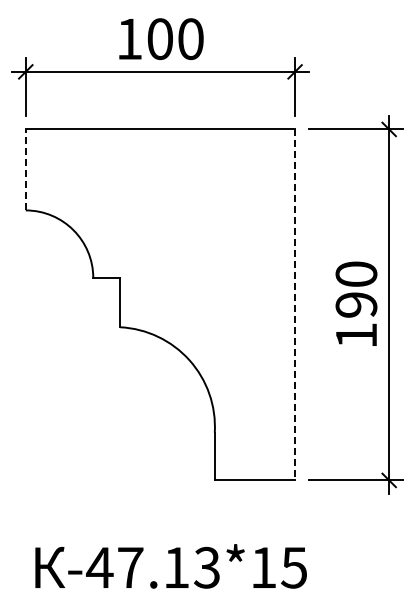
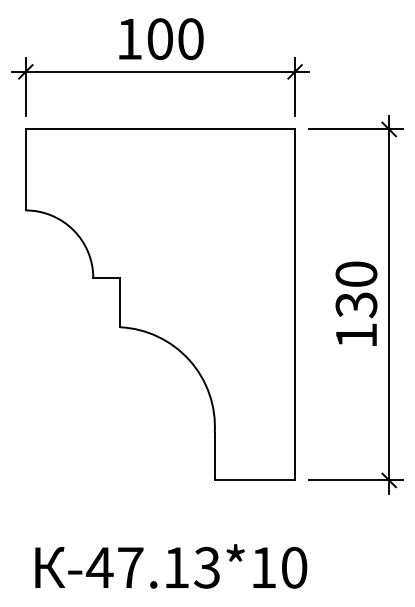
line at (25, 169): dashed -> solid
line at (295, 305): dashed -> solid
text at (356, 305): 190 -> 130
text at (294, 567): -47.13*15 -> -47.13*10
